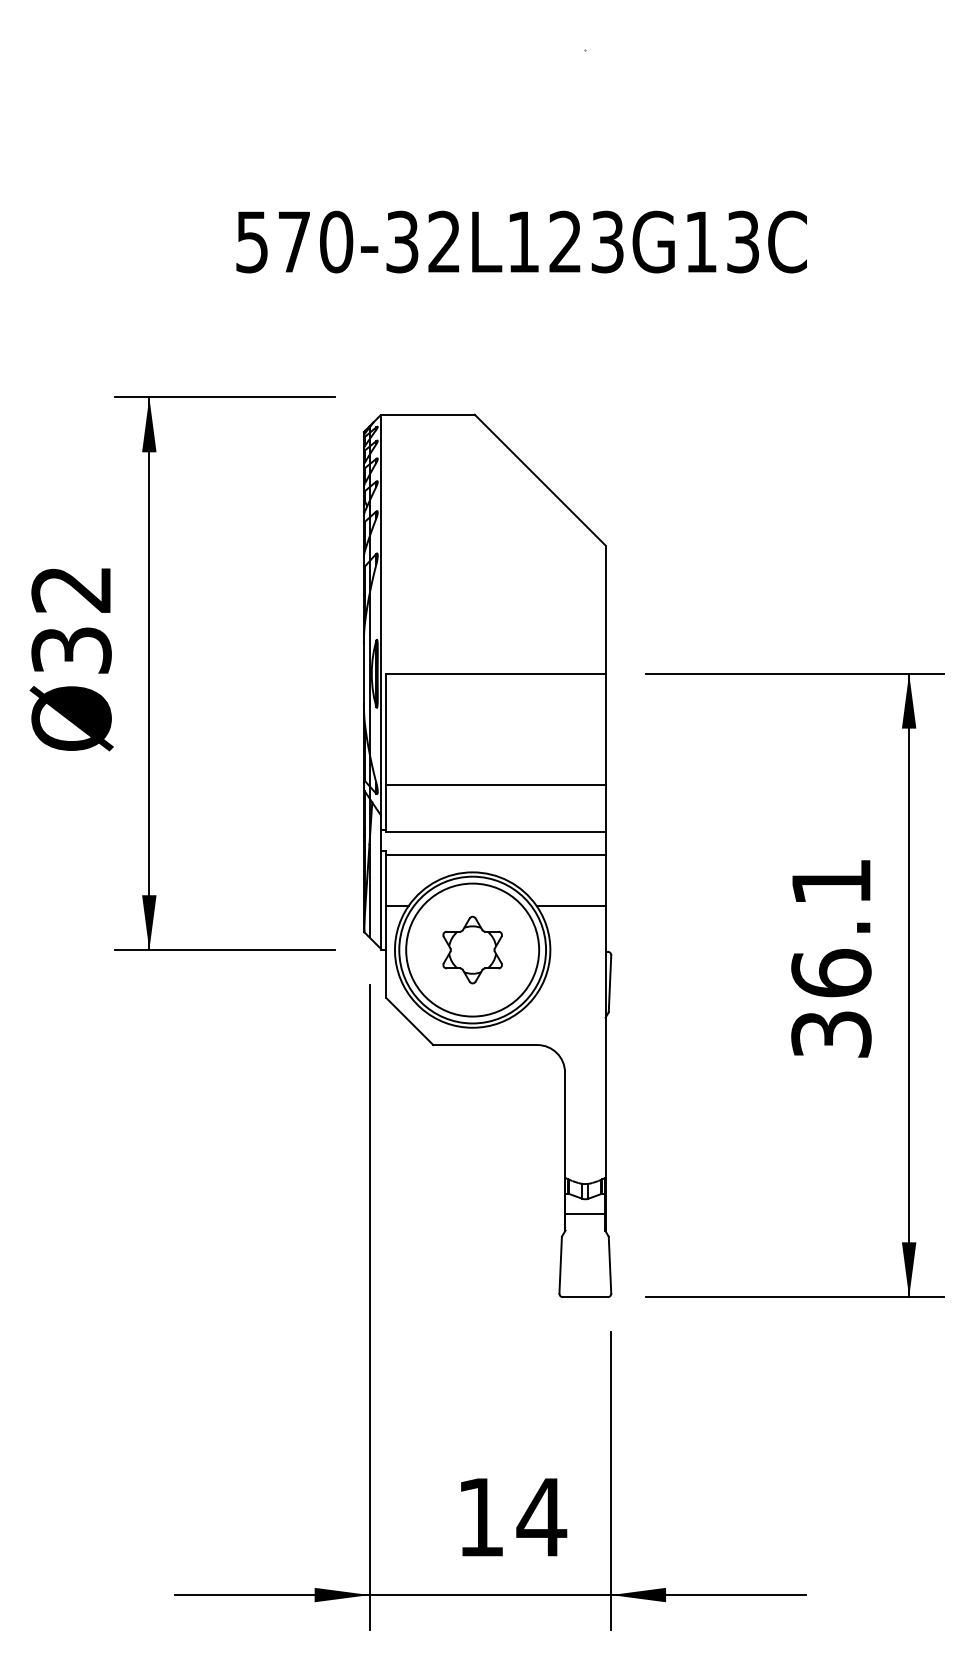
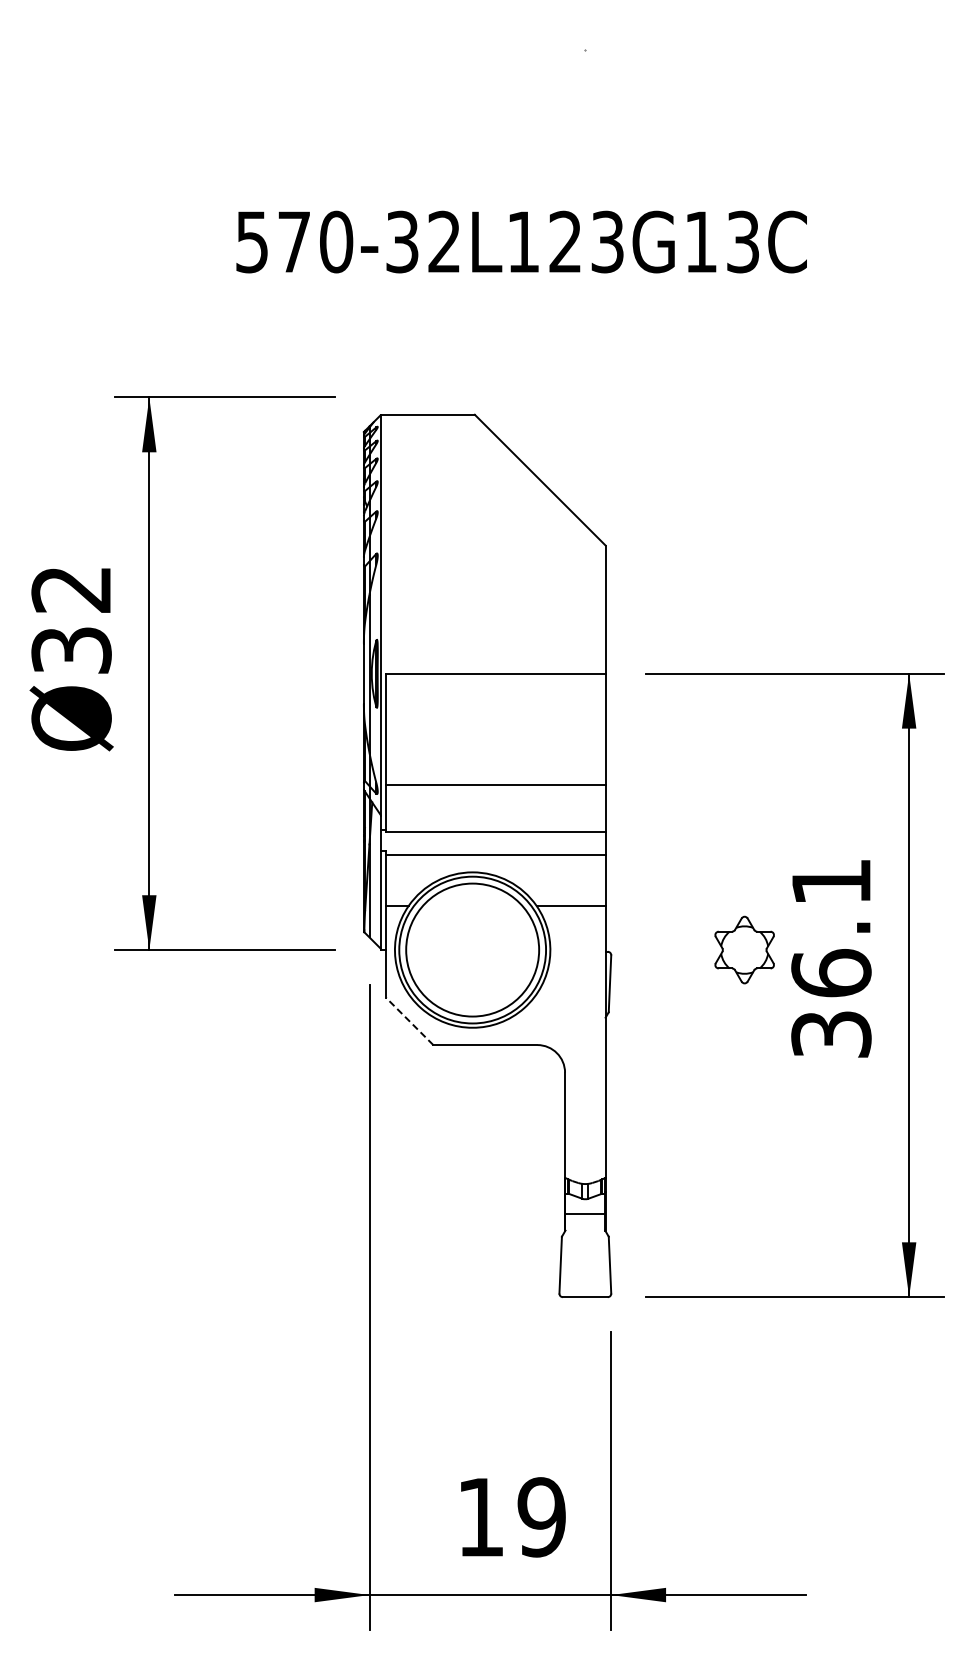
part at (472, 949) position: (472, 949) -> (744, 949)
line at (409, 1021): solid -> dashed
text at (541, 1517): 14 -> 19
